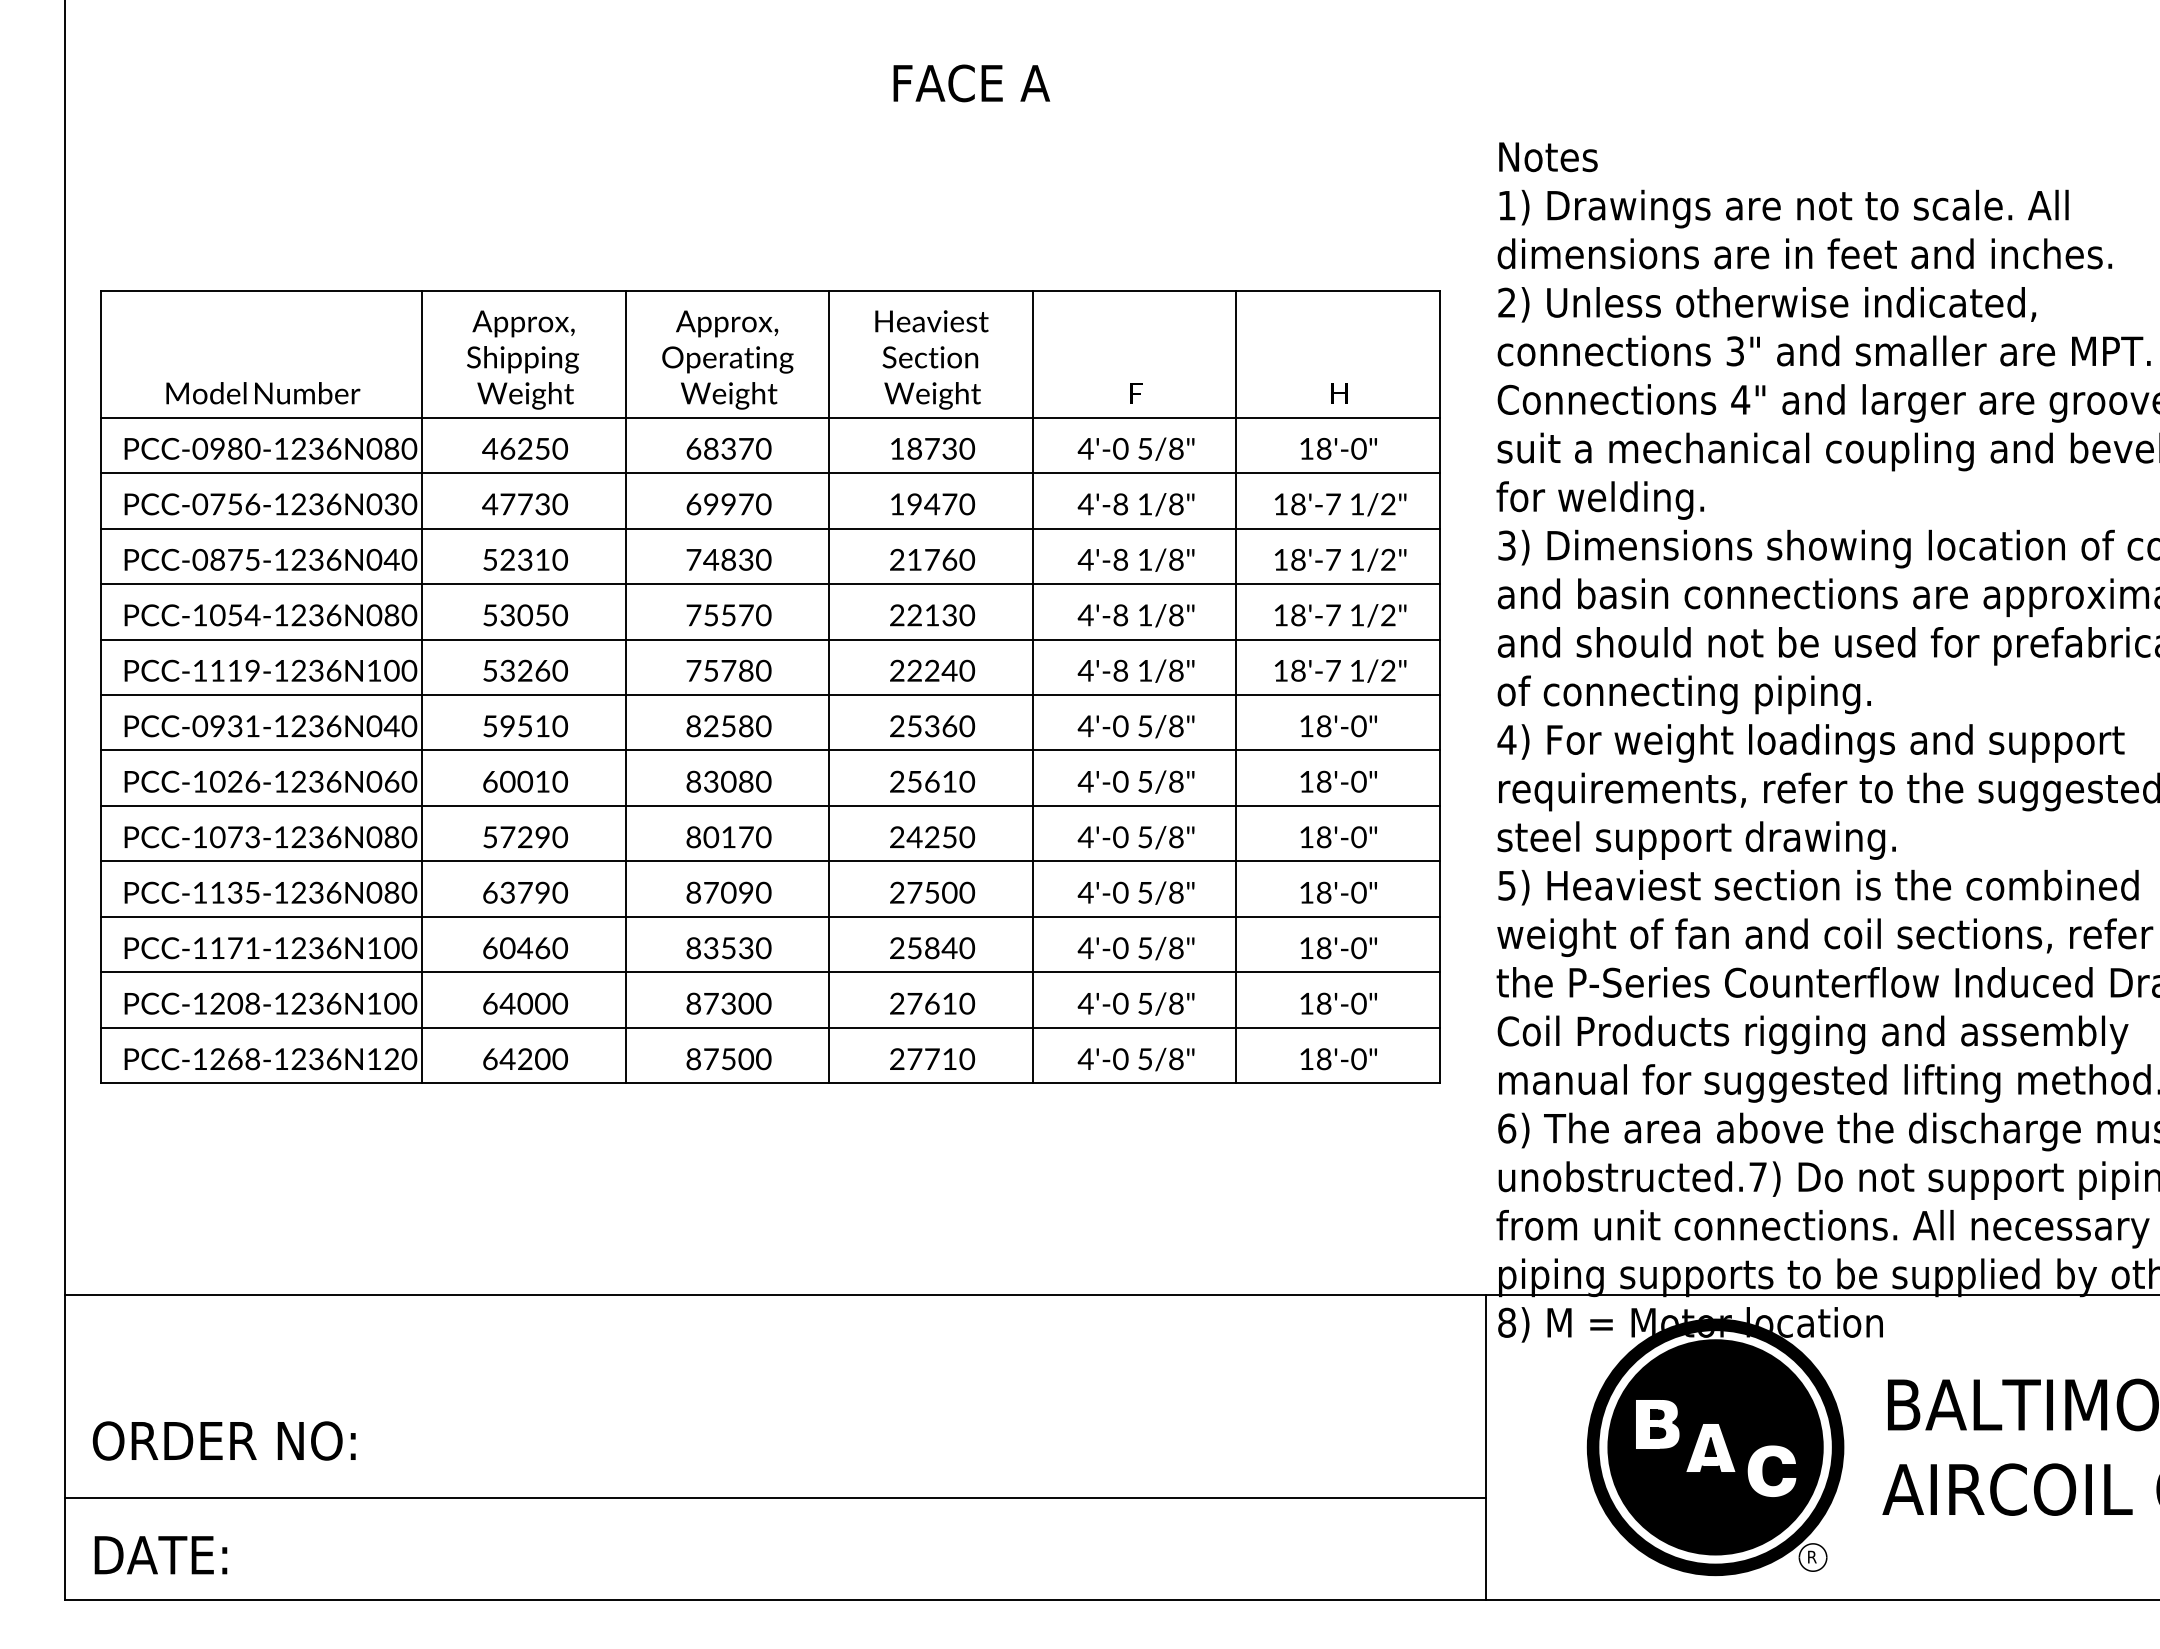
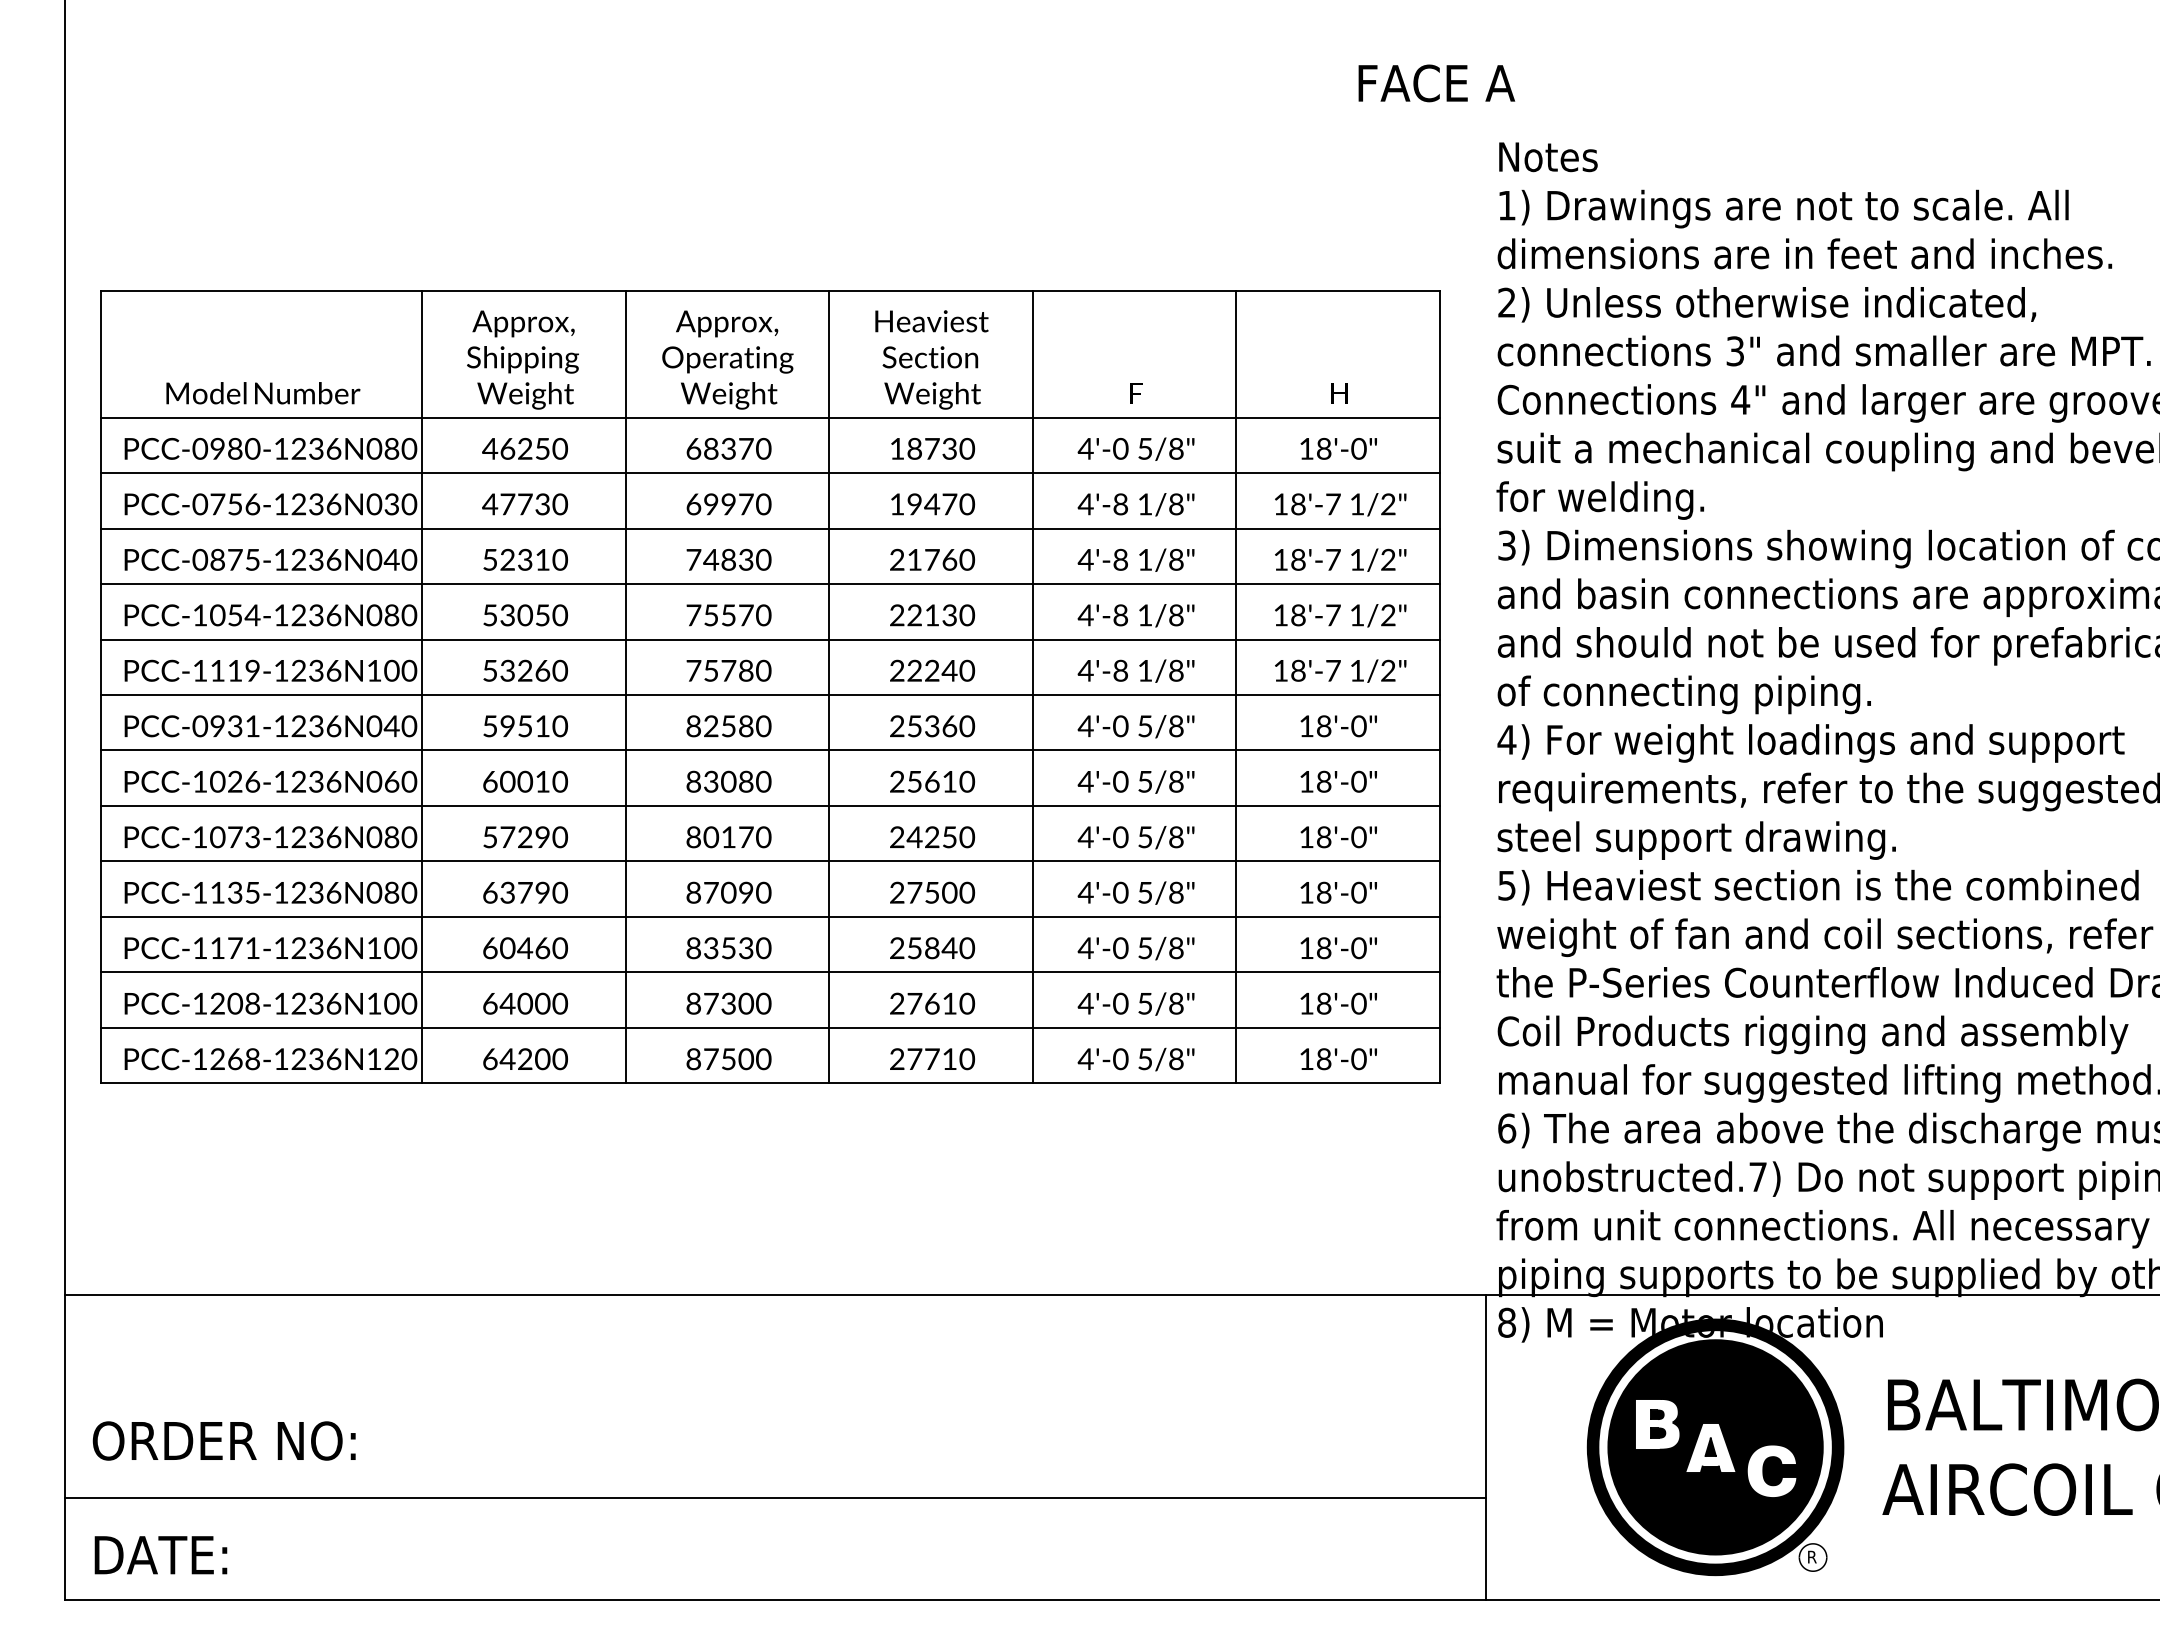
text at (971, 83) position: (971, 83) -> (1436, 83)
